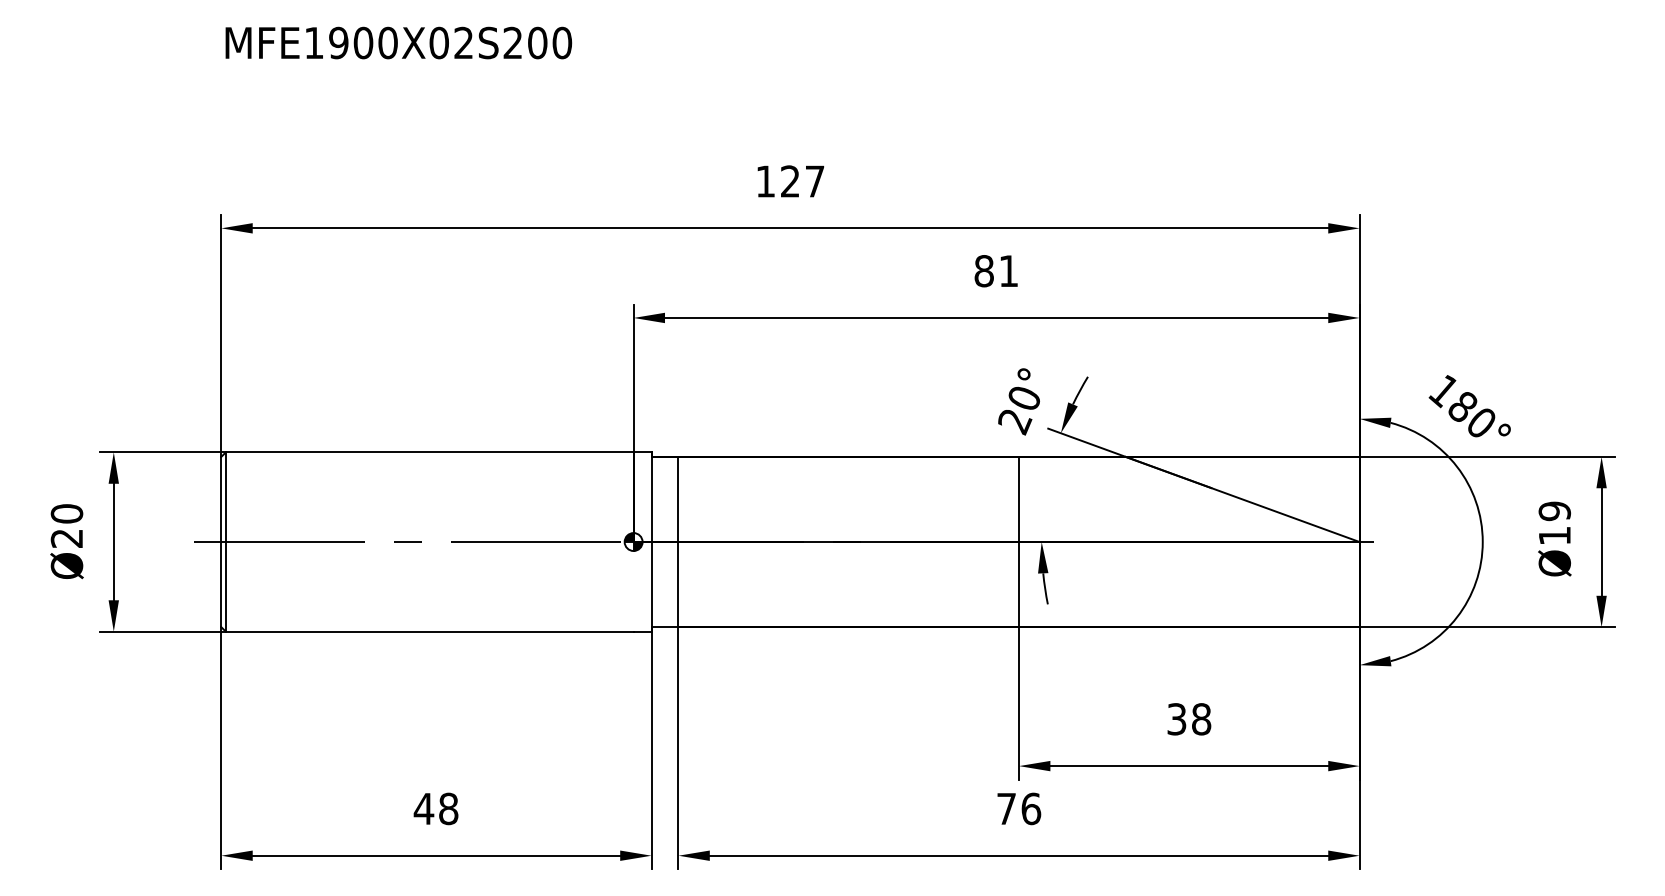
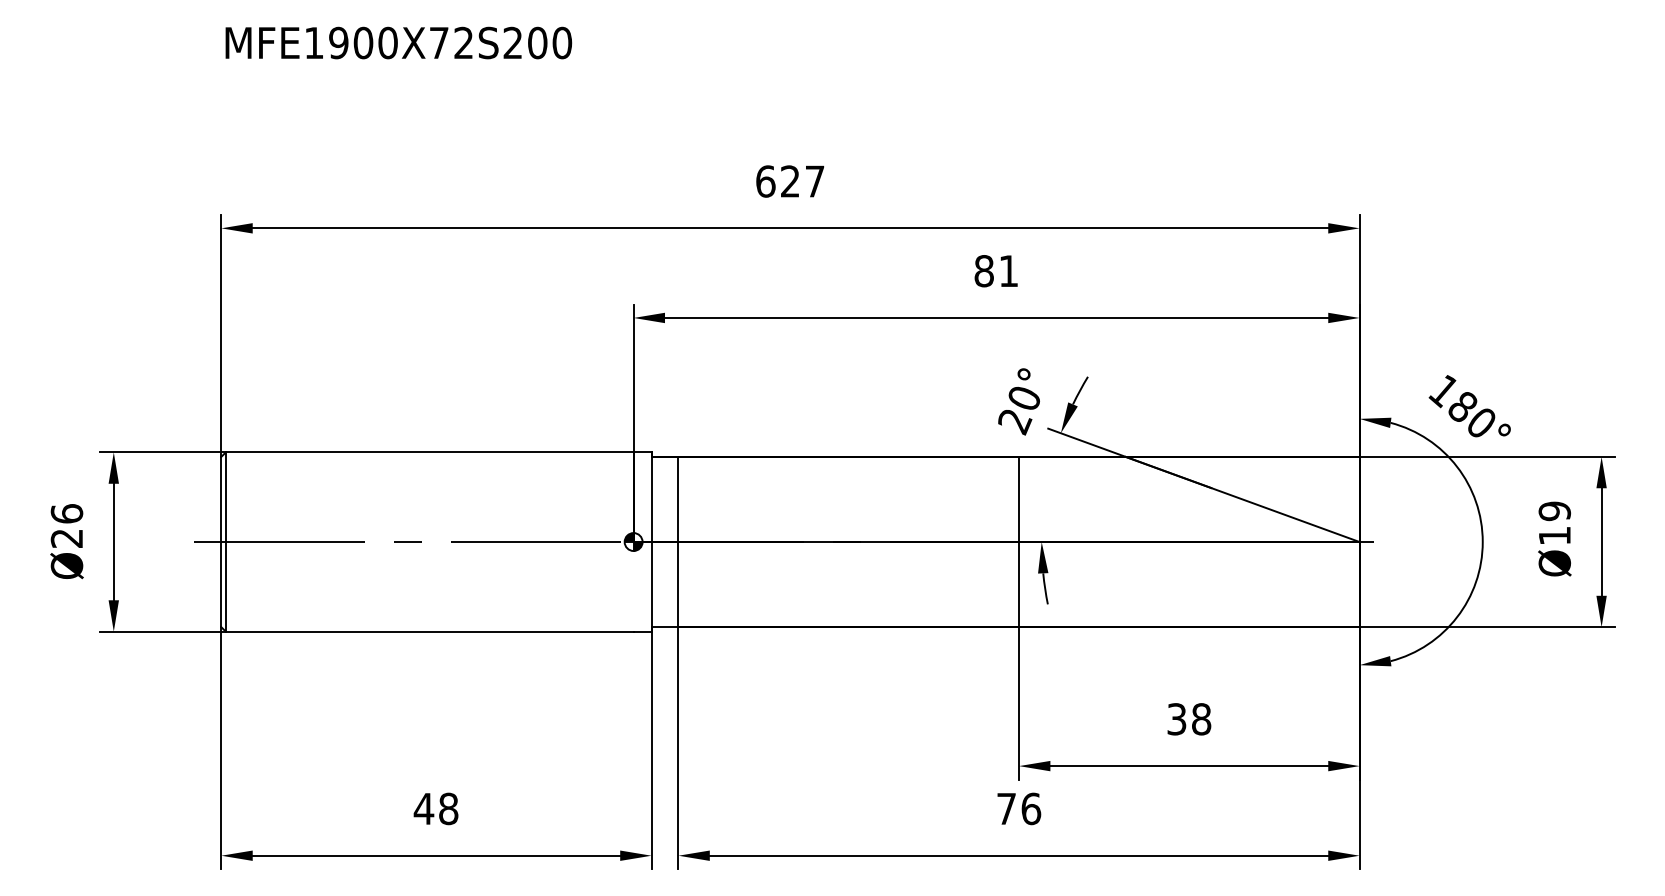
text at (438, 42): MFE1900X02S200 -> MFE1900X72S200
text at (765, 181): 127 -> 627
text at (66, 513): Ø20 -> Ø26
